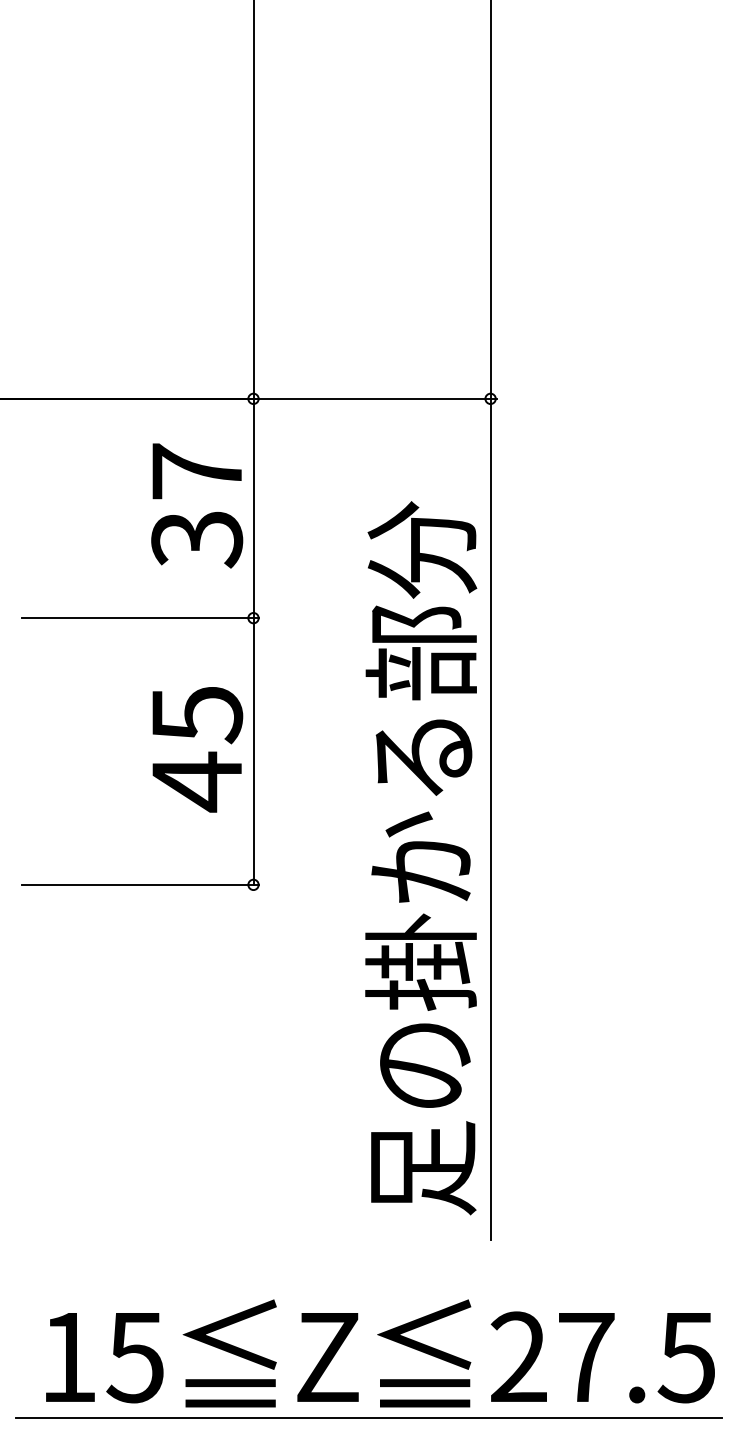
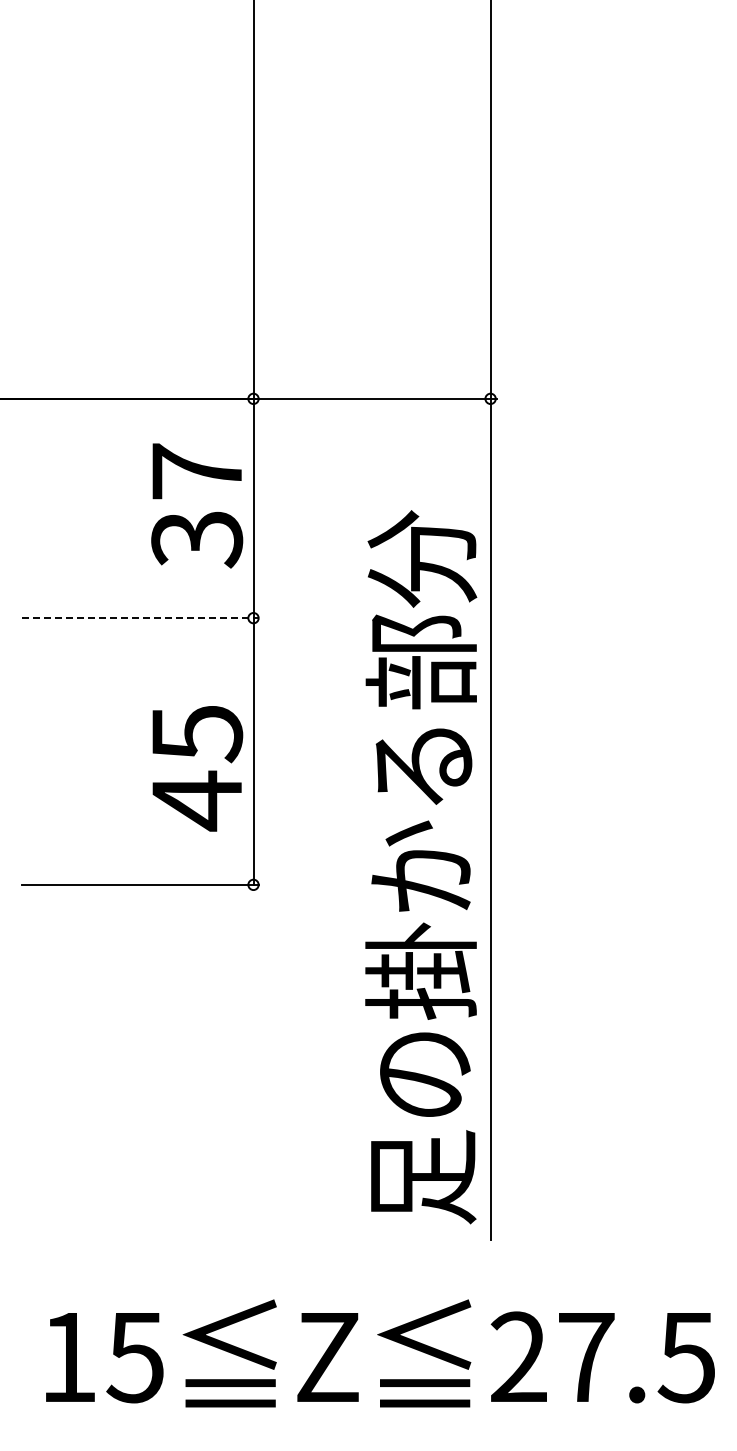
line at (140, 618): solid -> dashed
text at (197, 749) position: (197, 749) -> (197, 768)
text at (421, 858) position: (421, 858) -> (421, 867)
line at (369, 1418): present -> none
